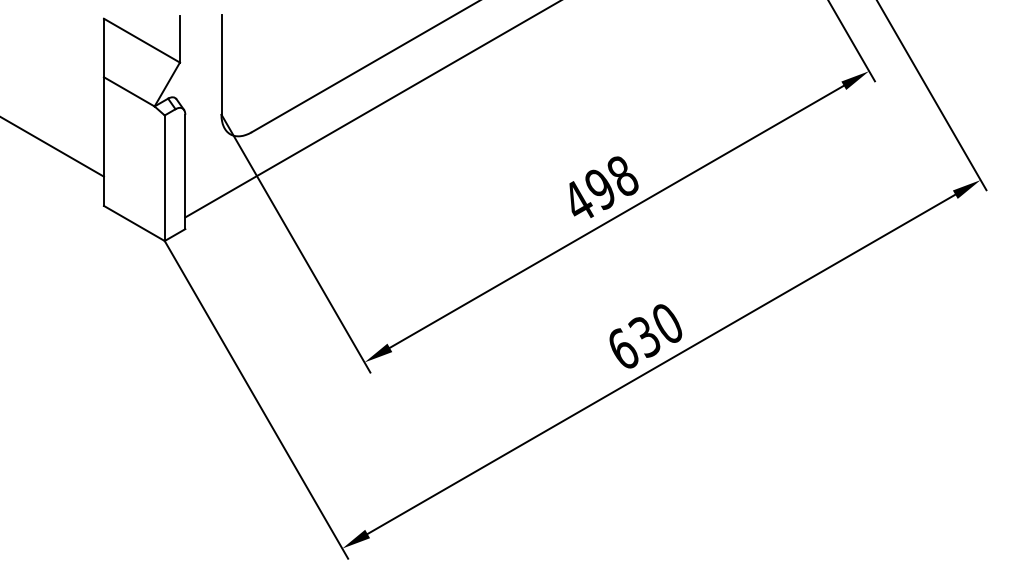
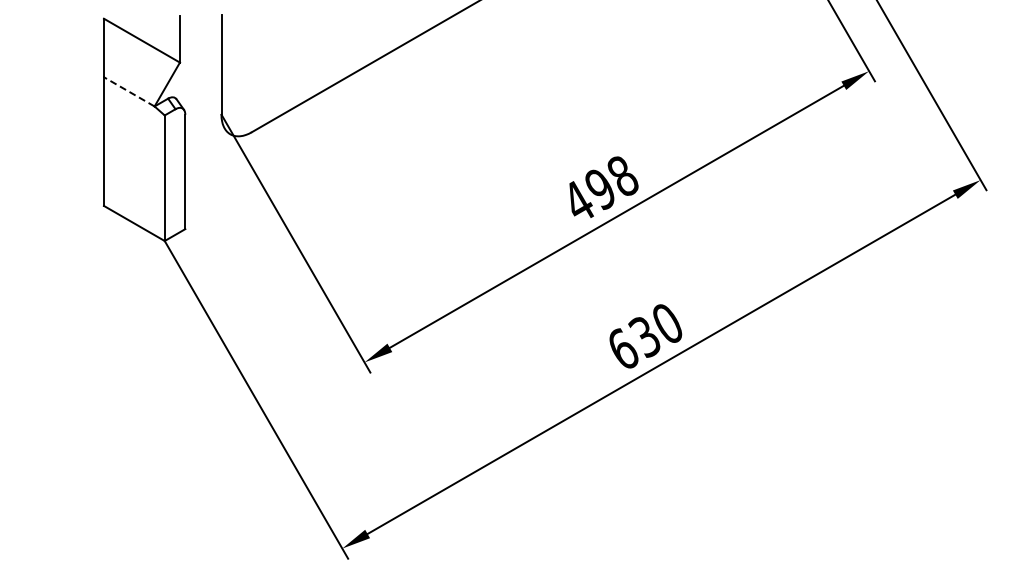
line at (128, 91): solid -> dashed
line at (371, 109): present -> none
line at (52, 147): present -> none
